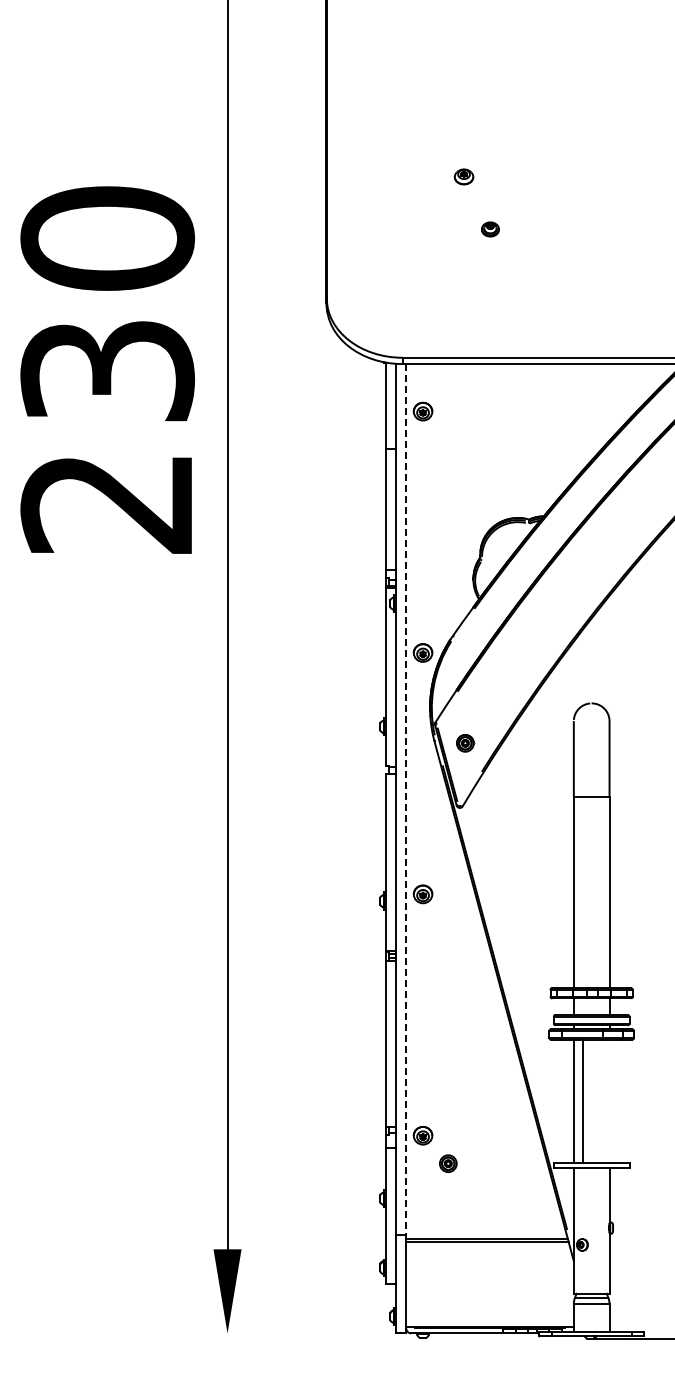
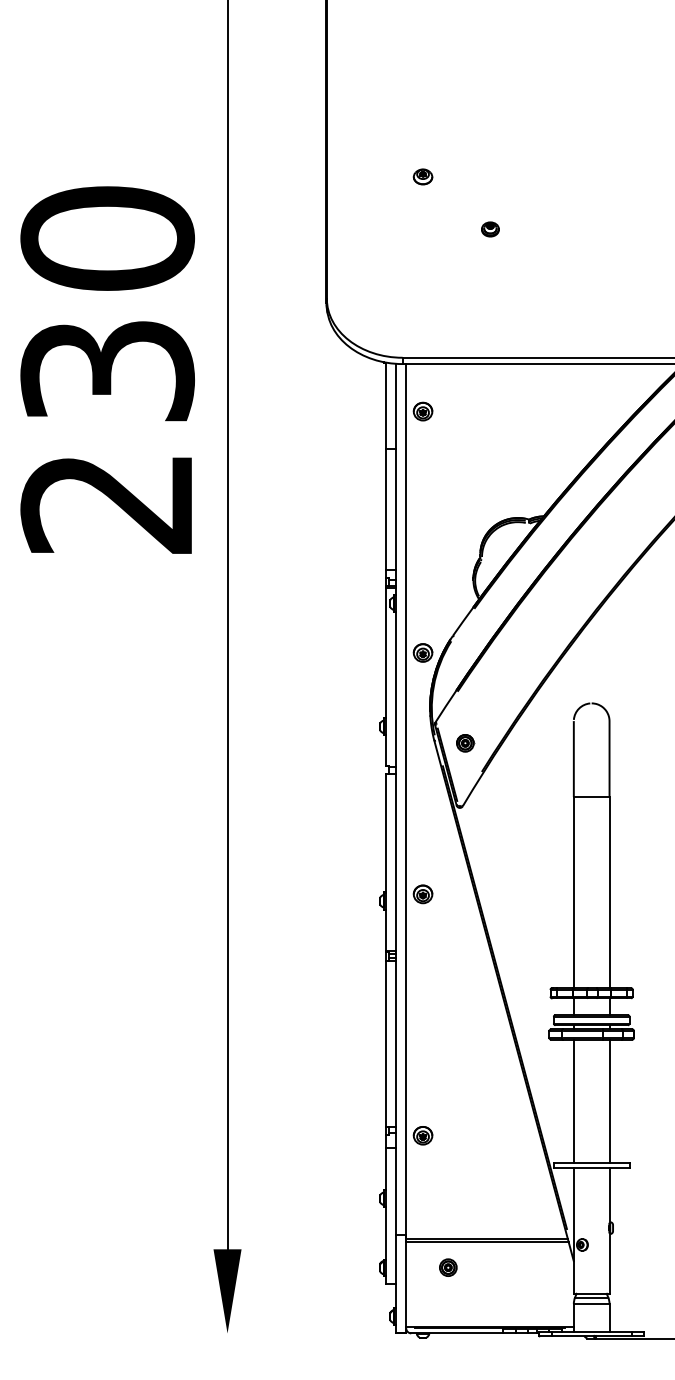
part at (463, 176) position: (463, 176) -> (422, 176)
line at (406, 800): dashed -> solid
line at (582, 1101) position: (582, 1101) -> (609, 1101)
part at (448, 1163) position: (448, 1163) -> (448, 1267)
